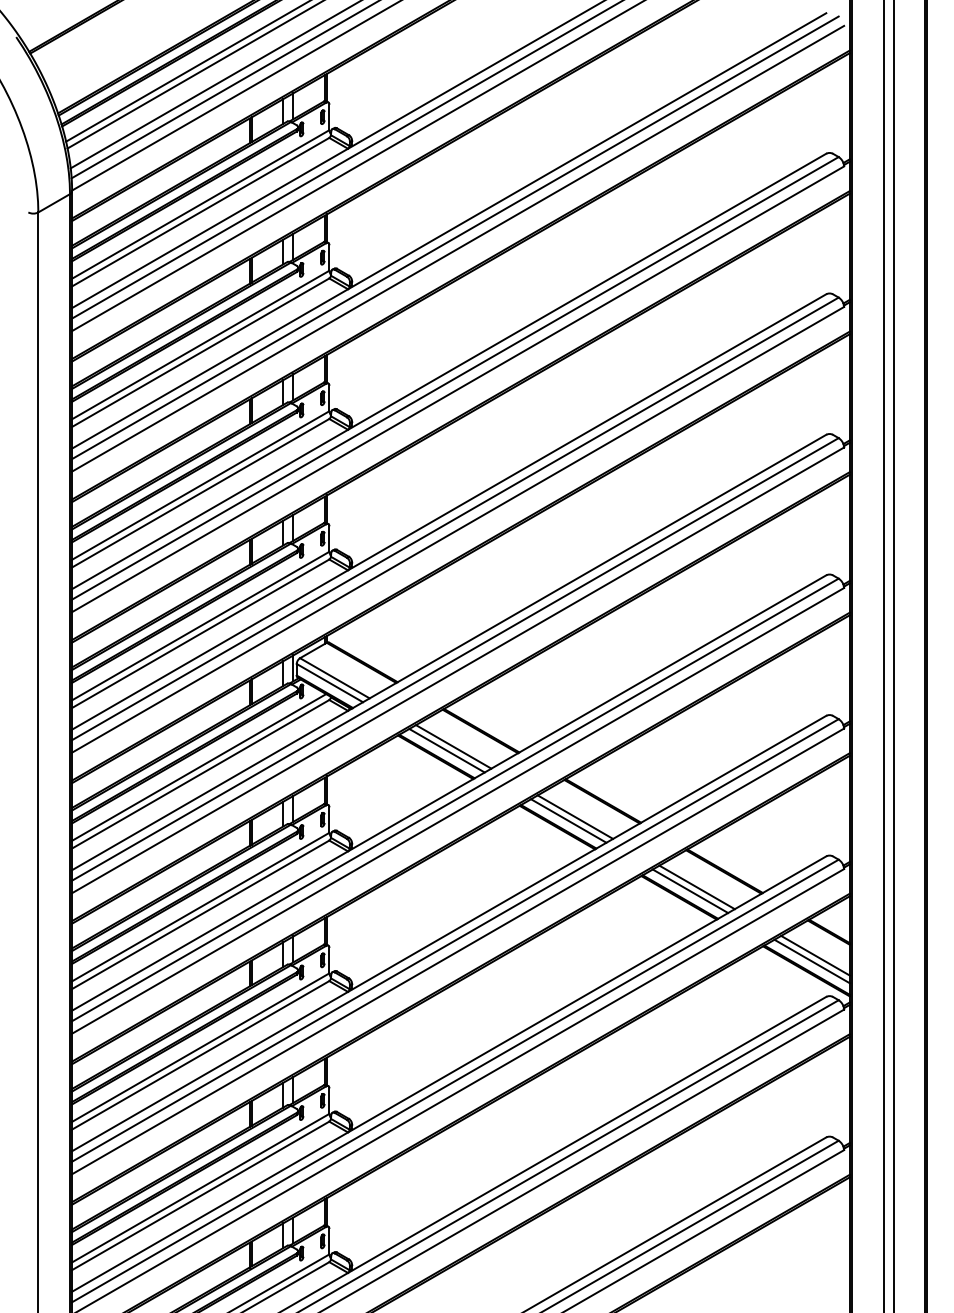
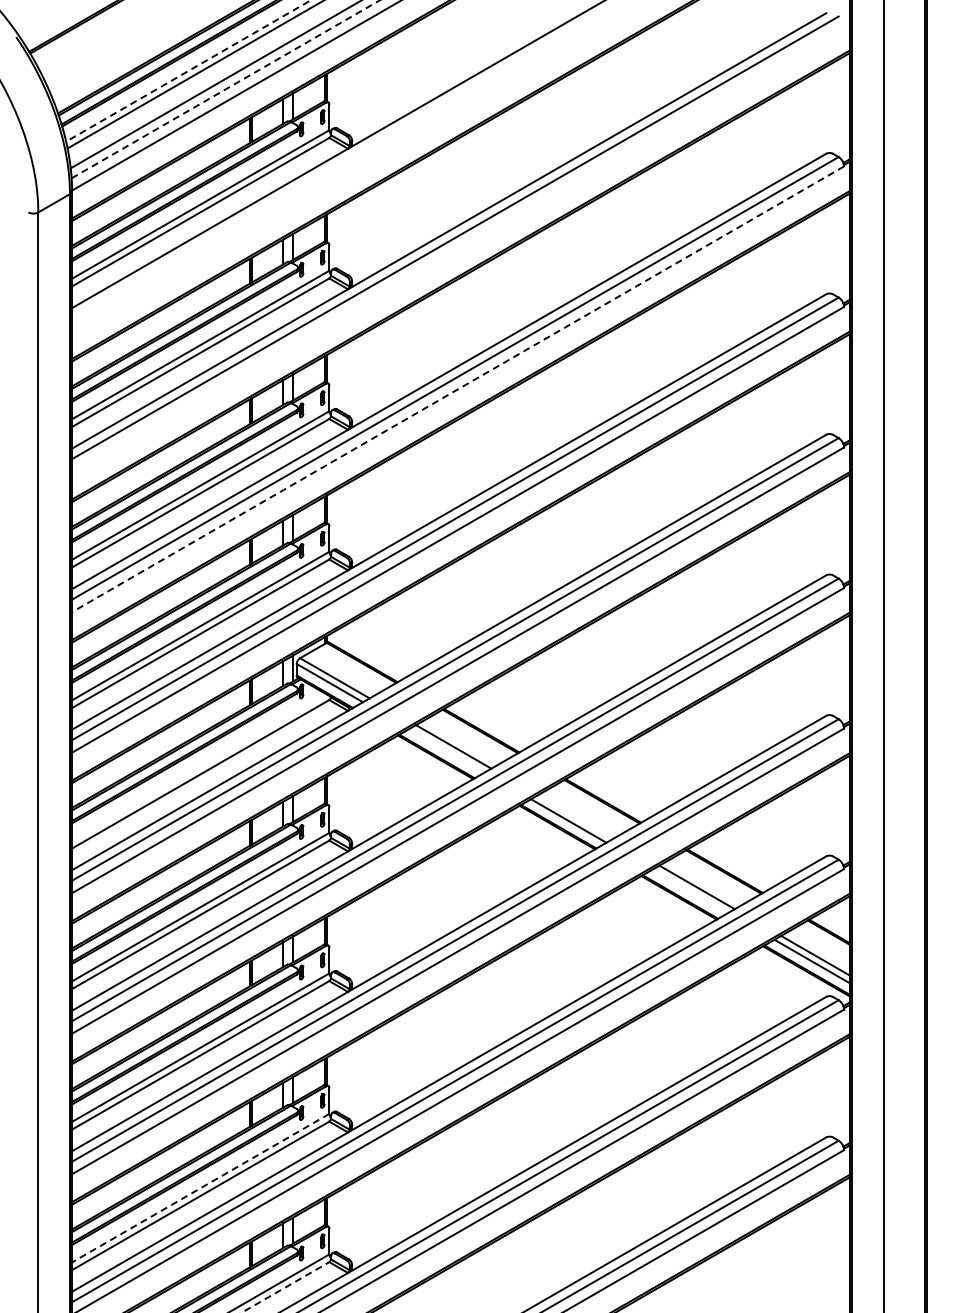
line at (188, 70): solid -> dashed
line at (225, 89): solid -> dashed
line at (346, 160): present -> none
line at (356, 166): present -> none
line at (458, 248): present -> none
line at (458, 389): solid -> dashed
line at (893, 655): present -> none
line at (446, 750): present -> none
line at (199, 767): present -> none
line at (575, 816): present -> none
line at (690, 891): present -> none
line at (200, 1188): solid -> dashed
line at (286, 1287): solid -> dashed
